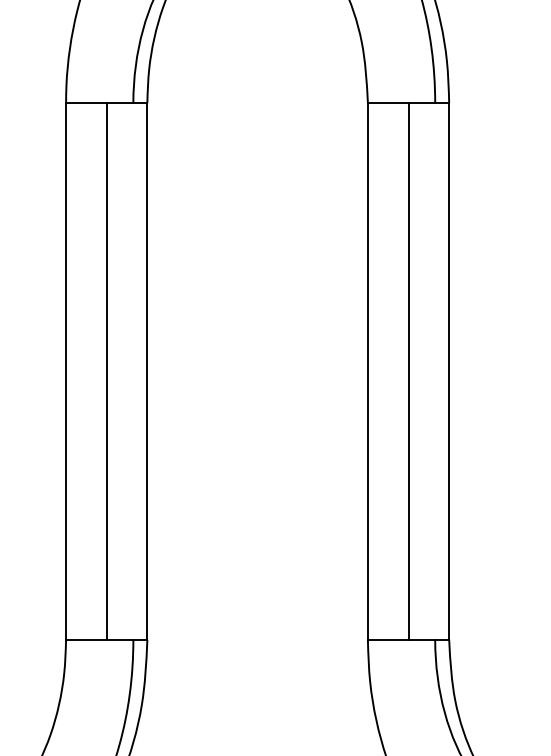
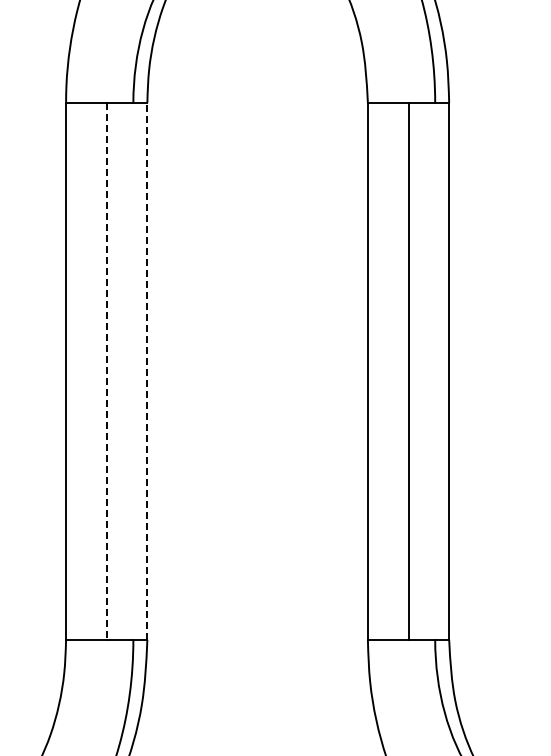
line at (147, 370): solid -> dashed
line at (106, 371): solid -> dashed
